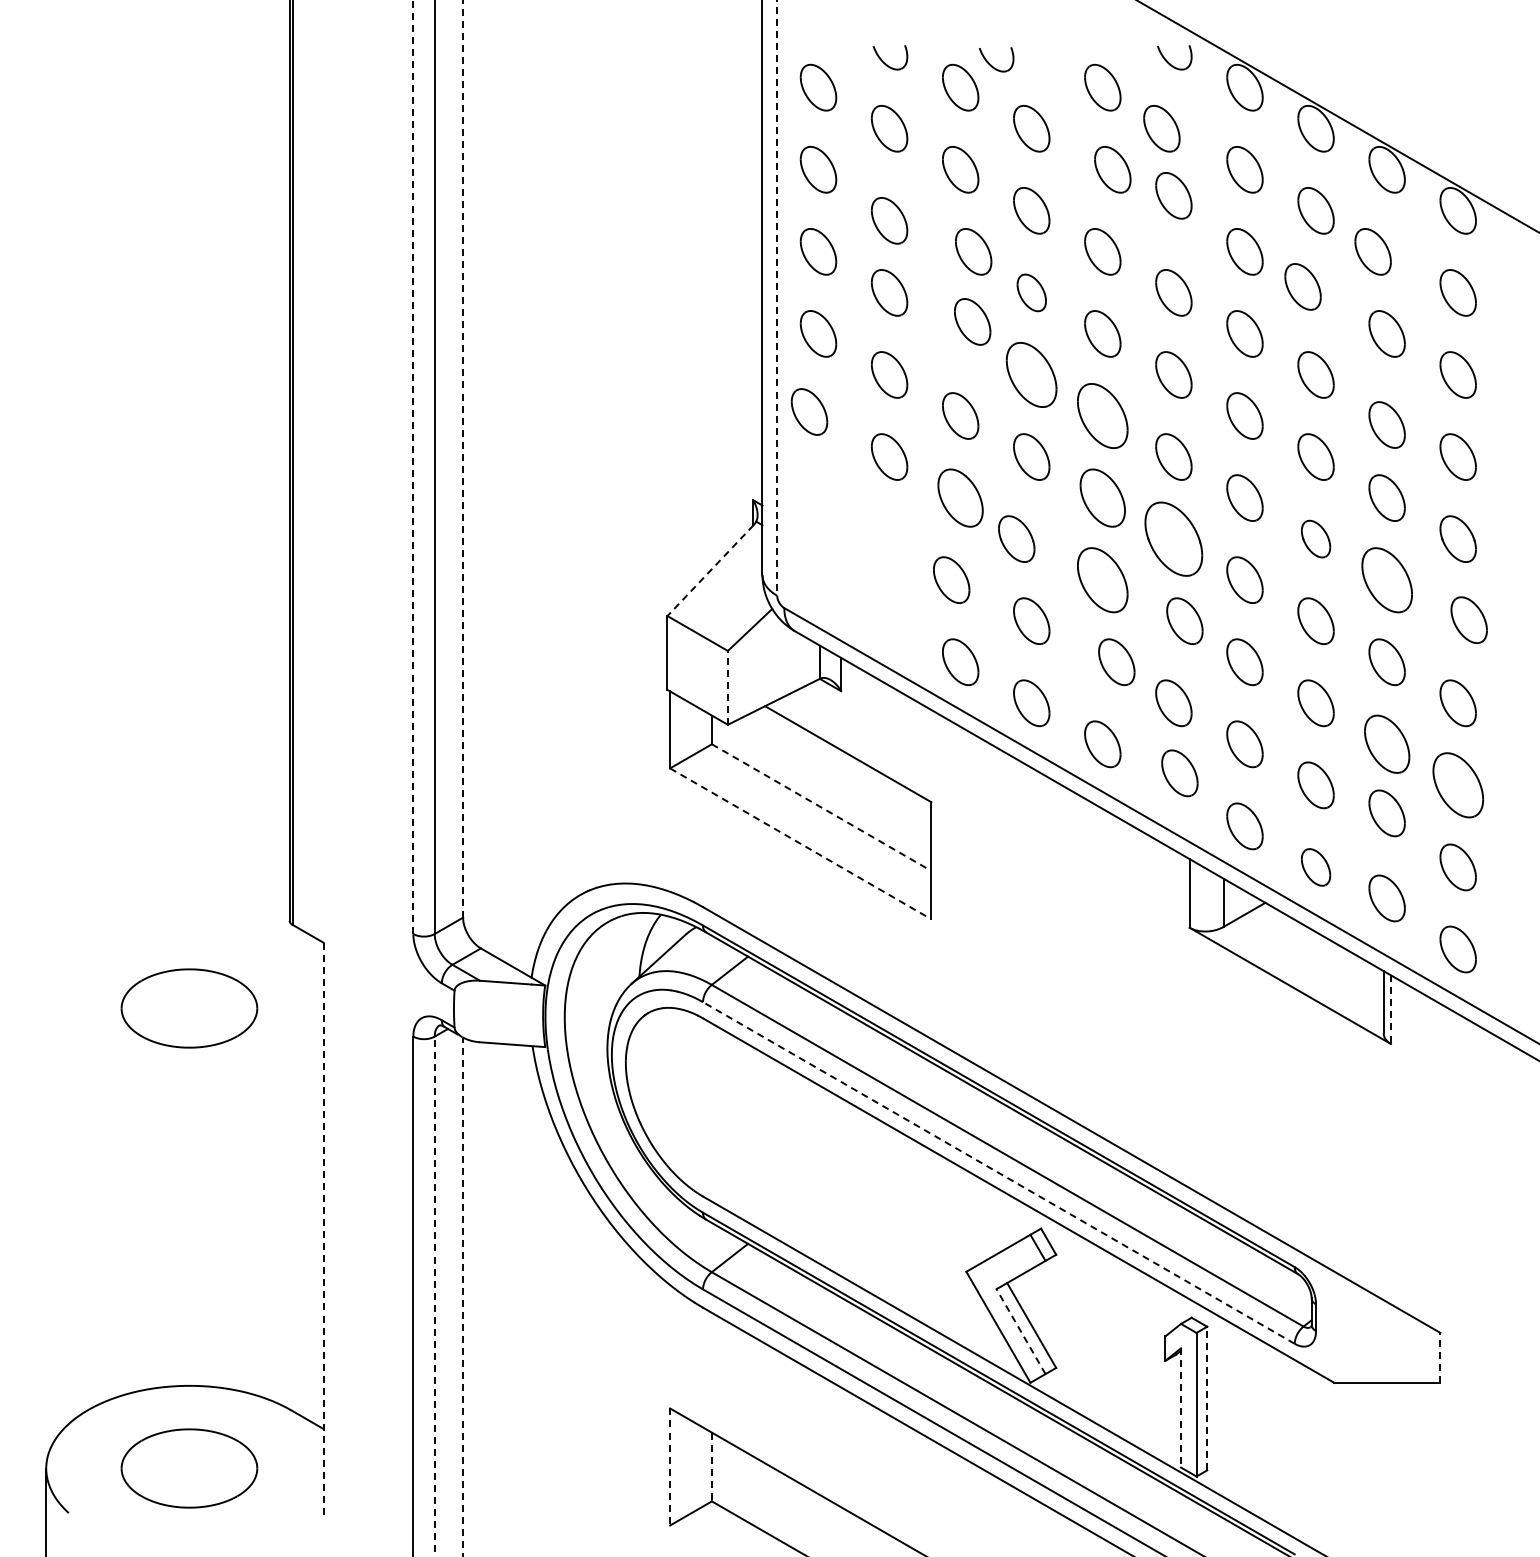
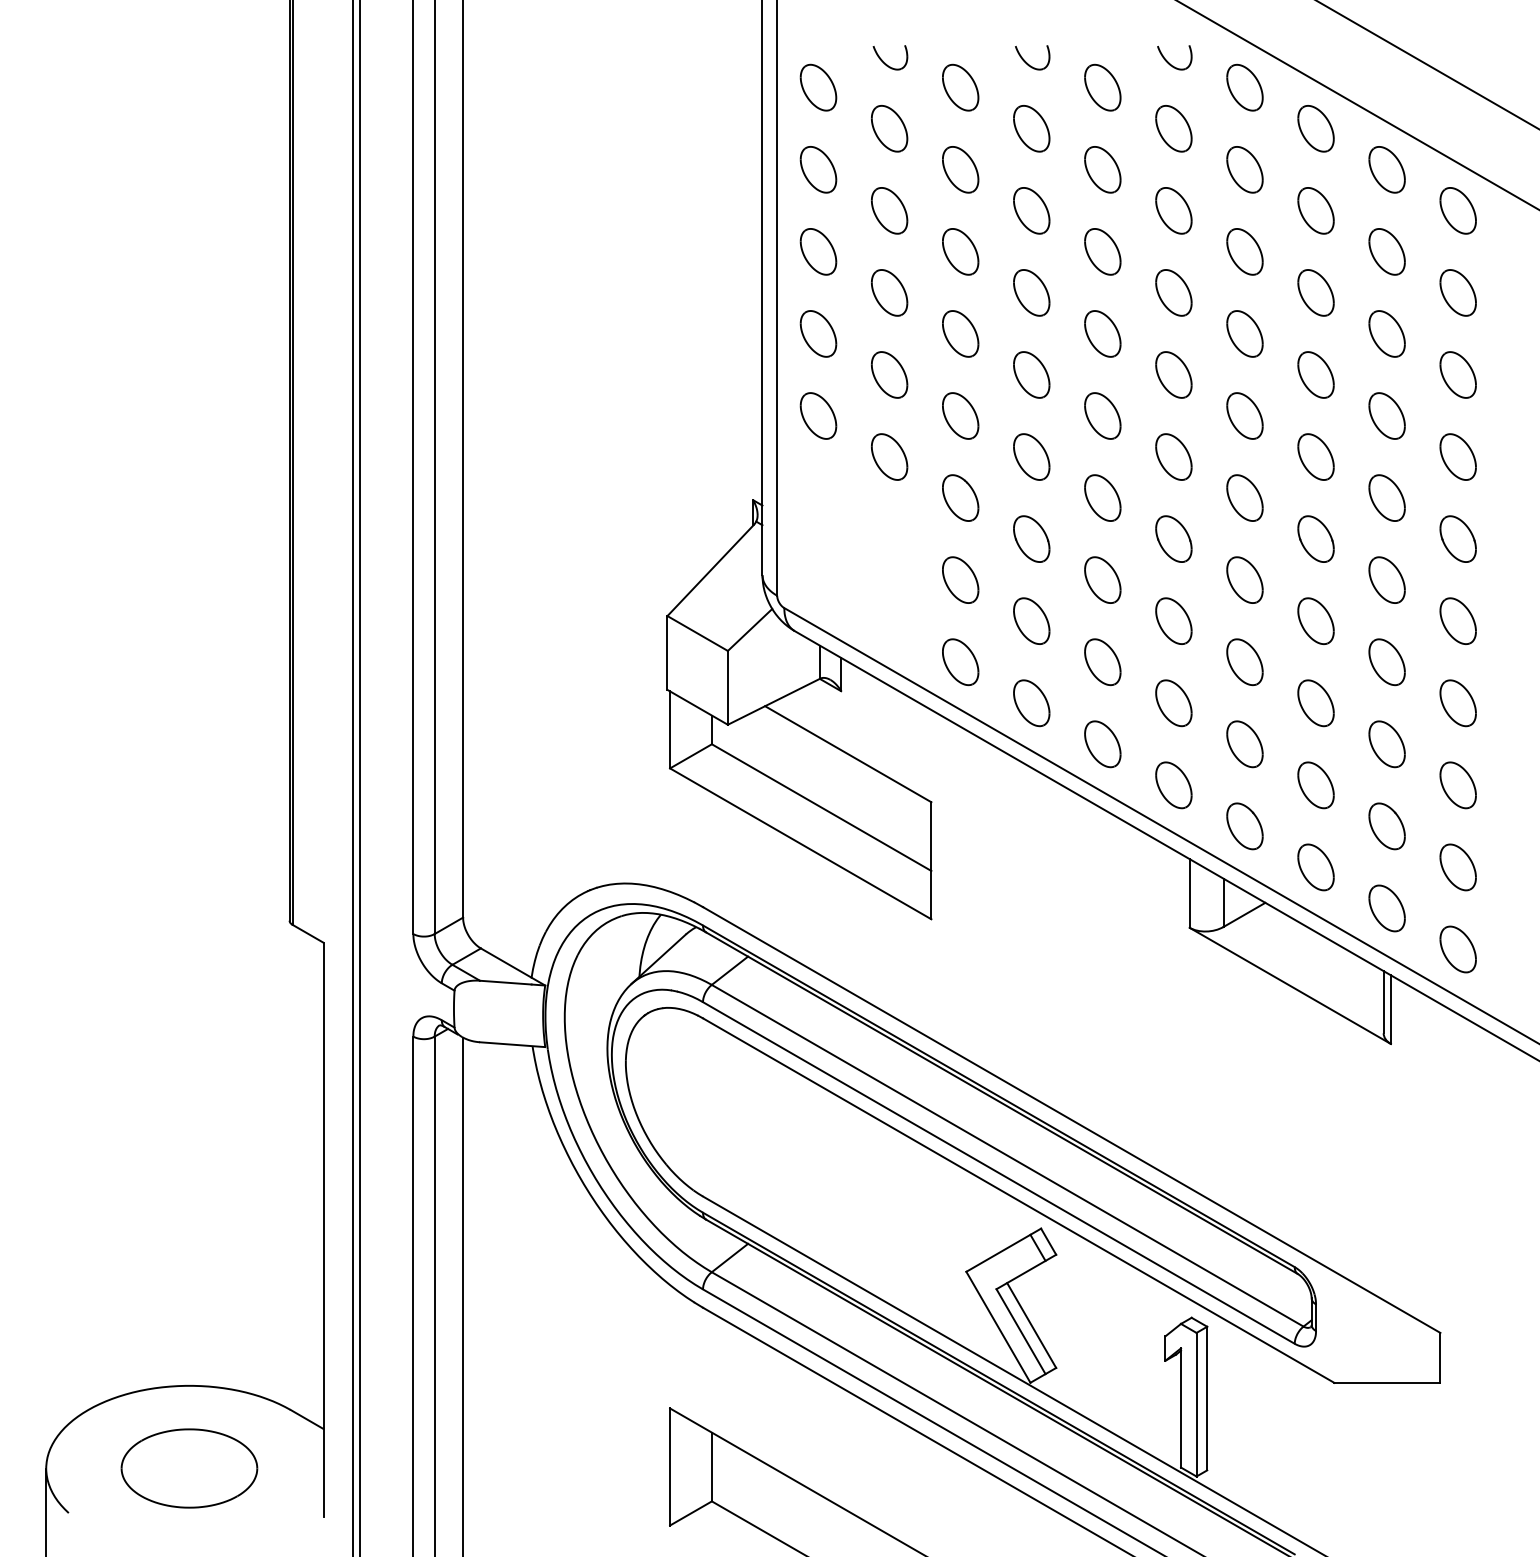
part at (991, 64) position: (991, 64) -> (1027, 62)
line at (1427, 64): none -> present
line at (1337, 116) position: (1337, 116) -> (1357, 105)
part at (1161, 128) position: (1161, 128) -> (1173, 128)
part at (1112, 169) position: (1112, 169) -> (1102, 169)
part at (1173, 195) position: (1173, 195) -> (1173, 210)
part at (889, 220) position: (889, 220) -> (889, 210)
part at (973, 251) position: (973, 251) -> (960, 251)
part at (1372, 251) position: (1372, 251) -> (1386, 251)
part at (1302, 286) position: (1302, 286) -> (1315, 292)
part at (1031, 292) size: 31x40 px -> 38x48 px
line at (777, 297): dashed -> solid
part at (972, 321) position: (972, 321) -> (960, 333)
part at (1031, 374) size: 53x66 px -> 38x48 px
part at (809, 411) position: (809, 411) -> (818, 415)
part at (1102, 415) size: 52x66 px -> 38x48 px
part at (1386, 424) position: (1386, 424) -> (1386, 415)
line at (463, 458): dashed -> solid
line at (413, 467): dashed -> solid
part at (960, 497) size: 47x60 px -> 38x48 px
part at (1102, 497) size: 47x60 px -> 38x48 px
part at (1016, 538) position: (1016, 538) -> (1031, 538)
part at (1173, 538) size: 60x76 px -> 38x48 px
part at (1316, 538) size: 31x40 px -> 38x48 px
line at (710, 570): dashed -> solid
part at (951, 579) position: (951, 579) -> (960, 579)
part at (1102, 580) size: 52x67 px -> 38x48 px
part at (1386, 580) size: 52x67 px -> 38x48 px
part at (1468, 619) position: (1468, 619) -> (1457, 620)
part at (1184, 620) position: (1184, 620) -> (1173, 620)
part at (1116, 662) position: (1116, 662) -> (1102, 662)
line at (727, 687): dashed -> solid
part at (1387, 743) size: 47x60 px -> 38x49 px
part at (1179, 773) position: (1179, 773) -> (1173, 785)
line at (352, 777): none -> present
line at (360, 777): none -> present
part at (1458, 785) size: 53x67 px -> 38x49 px
line at (821, 807): dashed -> solid
part at (1386, 813) position: (1386, 813) -> (1386, 826)
line at (800, 843): dashed -> solid
part at (1316, 867) size: 31x39 px -> 38x49 px
part at (1386, 898) position: (1386, 898) -> (1386, 908)
part at (189, 1008): present -> none
line at (1390, 1010): dashed -> solid
line at (998, 1172): dashed -> solid
line at (323, 1230): dashed -> solid
line at (434, 1296): dashed -> solid
line at (463, 1296): dashed -> solid
line at (1020, 1331): dashed -> solid
line at (1440, 1357): dashed -> solid
line at (1207, 1398): dashed -> solid
line at (1181, 1407): dashed -> solid
line at (670, 1467): dashed -> solid
line at (711, 1467): dashed -> solid
